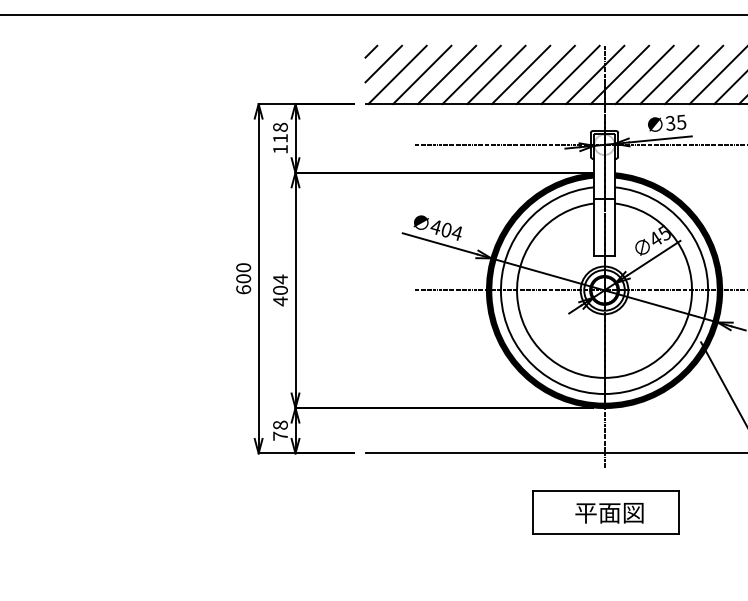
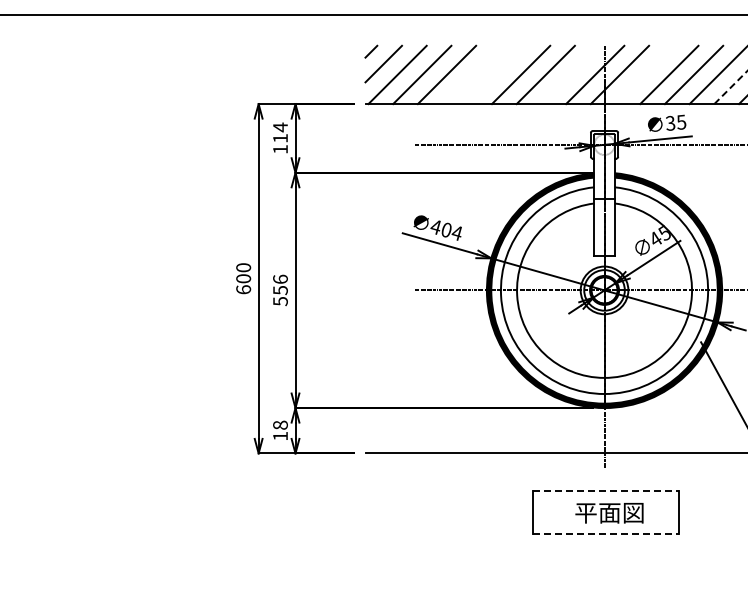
line at (471, 74): present -> none
line at (496, 74): present -> none
line at (570, 74): present -> none
line at (644, 74): present -> none
line at (731, 87): solid -> dashed
text at (280, 127): 118 -> 114
text at (280, 290): 404 -> 556
text at (280, 435): 78 -> 18
line at (606, 490): solid -> dashed
line at (606, 534): solid -> dashed
